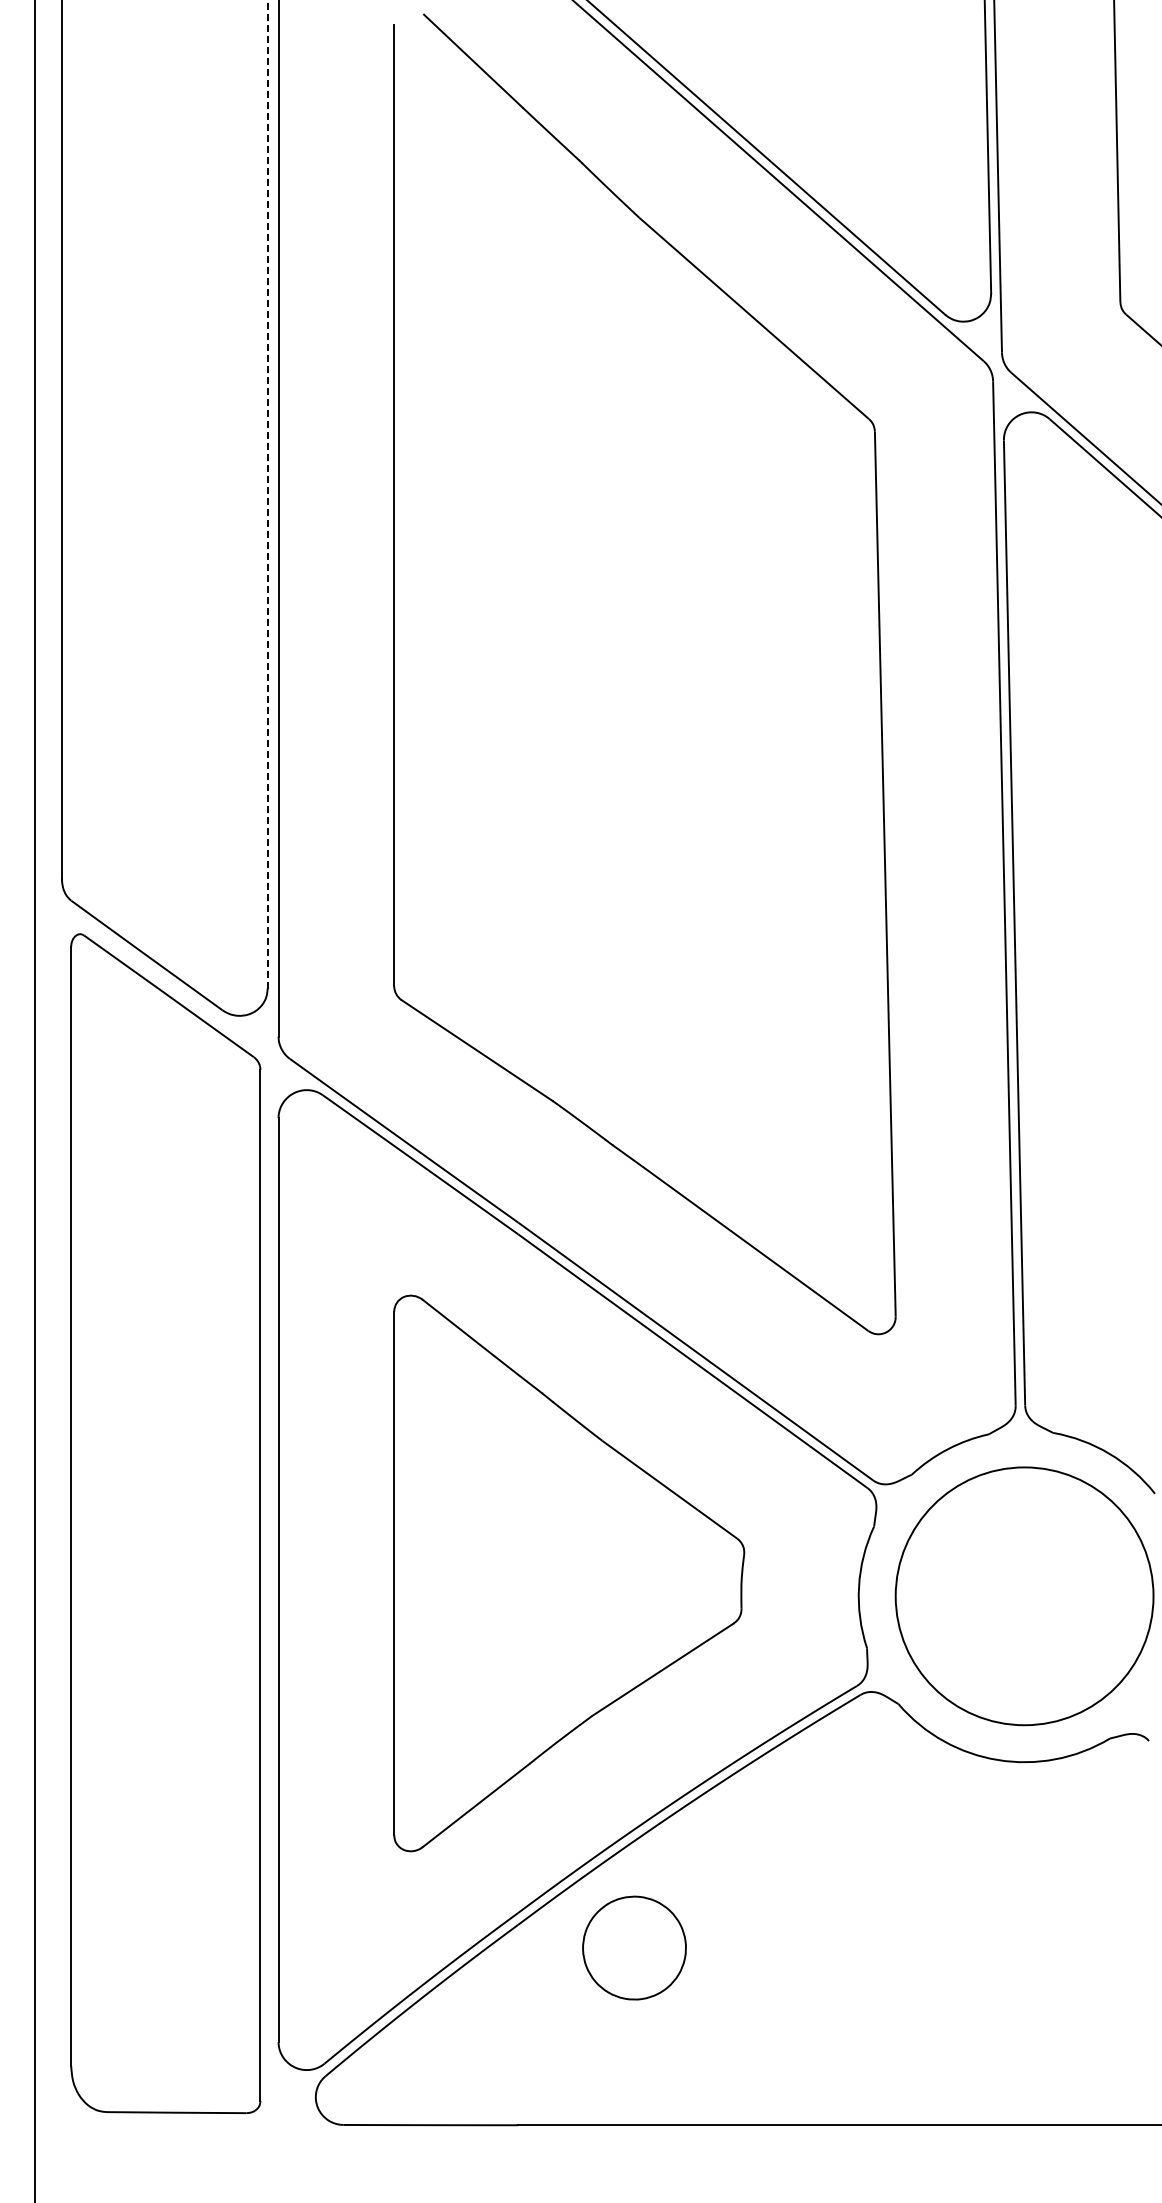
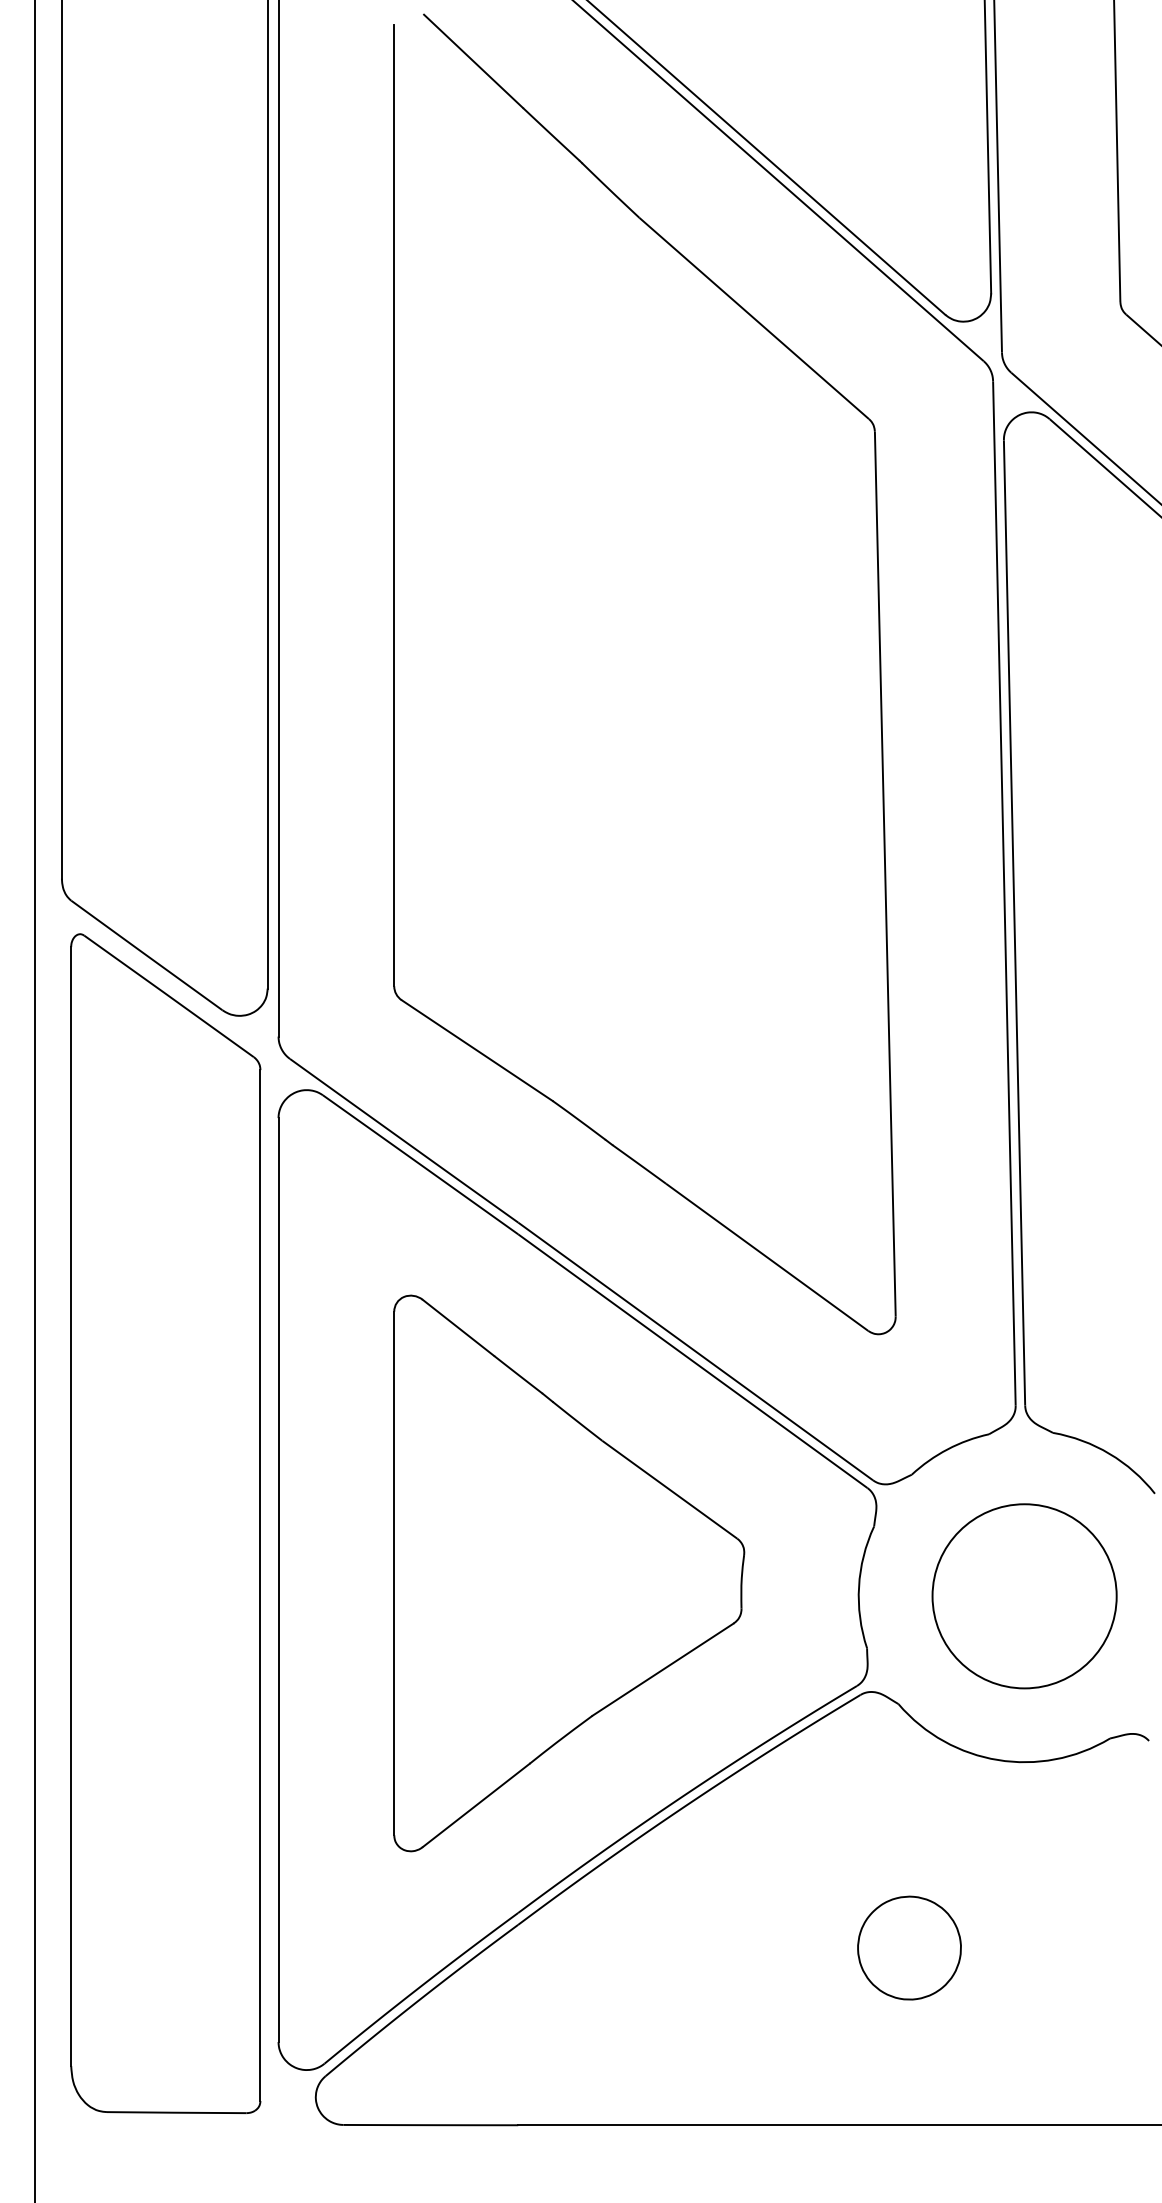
line at (267, 493): dashed -> solid
circle at (1024, 1596) diameter: 258 px -> 184 px
part at (634, 1947) position: (634, 1947) -> (909, 1947)
